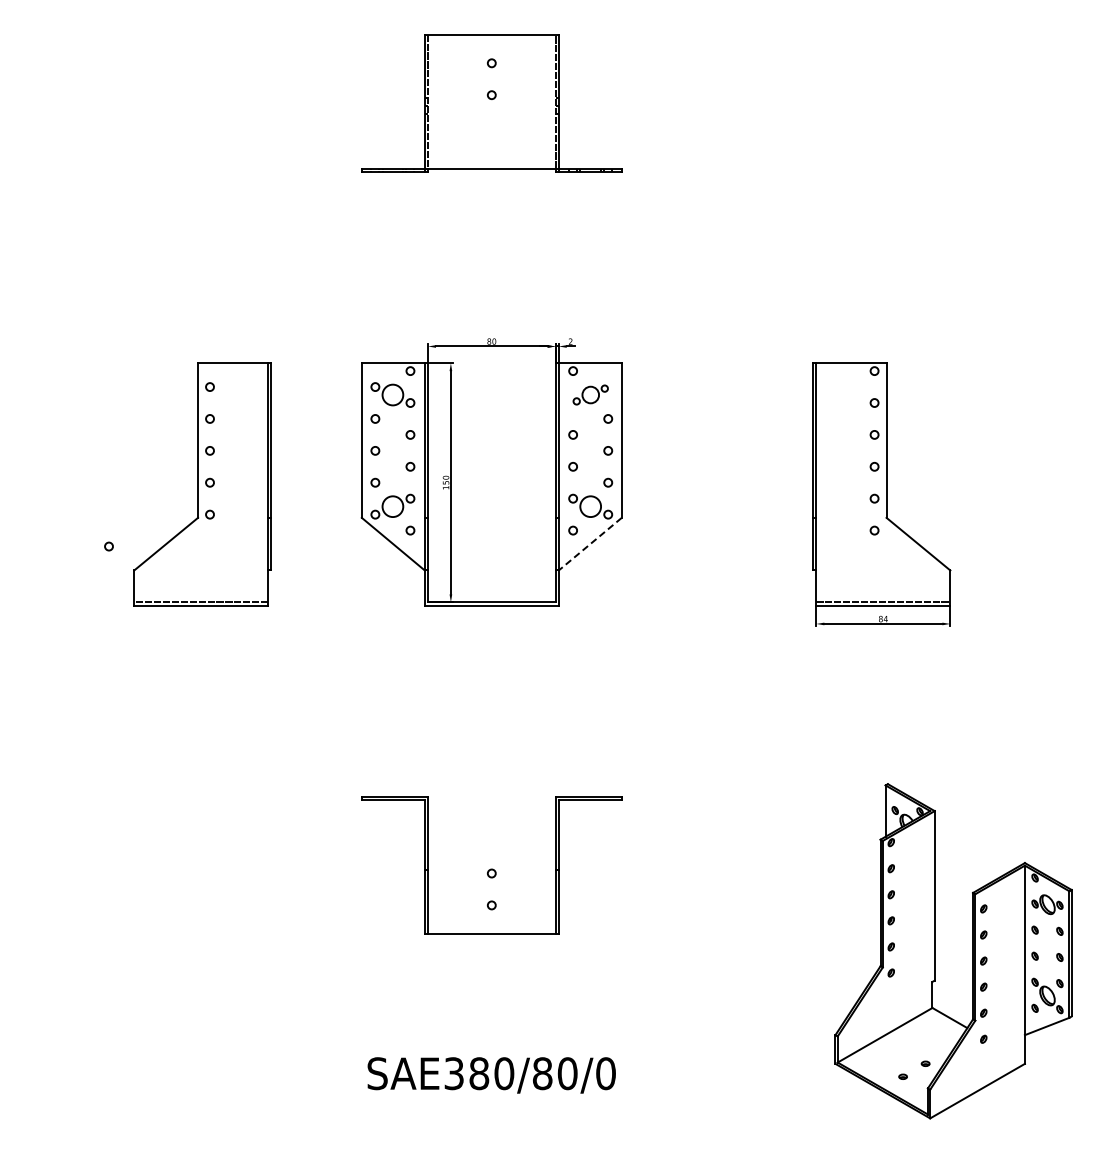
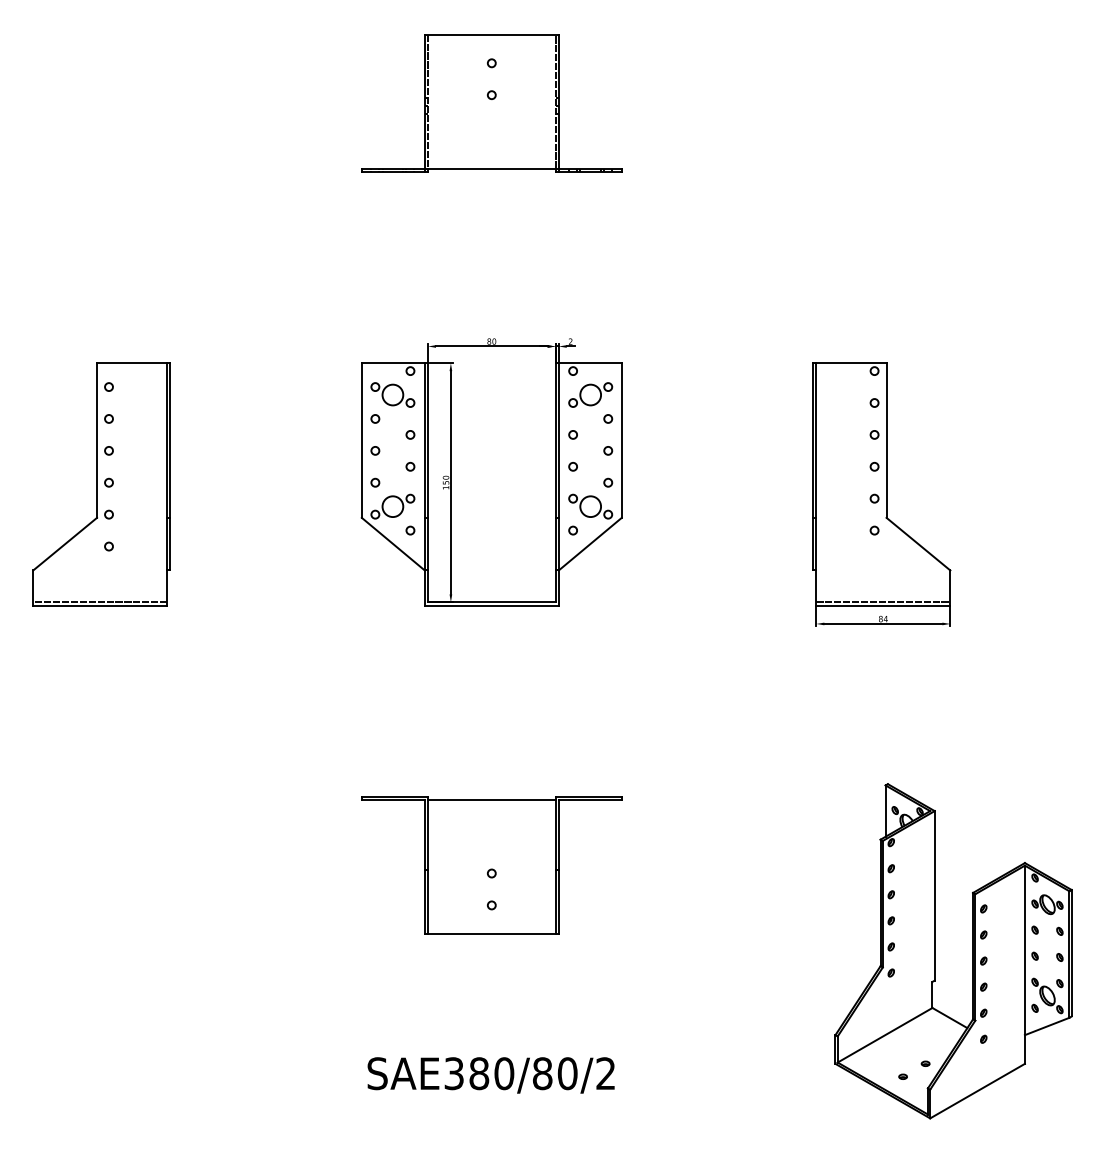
part at (590, 394) size: 37x22 px -> 46x26 px
part at (202, 484) position: (202, 484) -> (101, 484)
line at (589, 544): dashed -> solid
line at (491, 800): none -> present
text at (605, 1073): SAE380/80/0 -> SAE380/80/2
